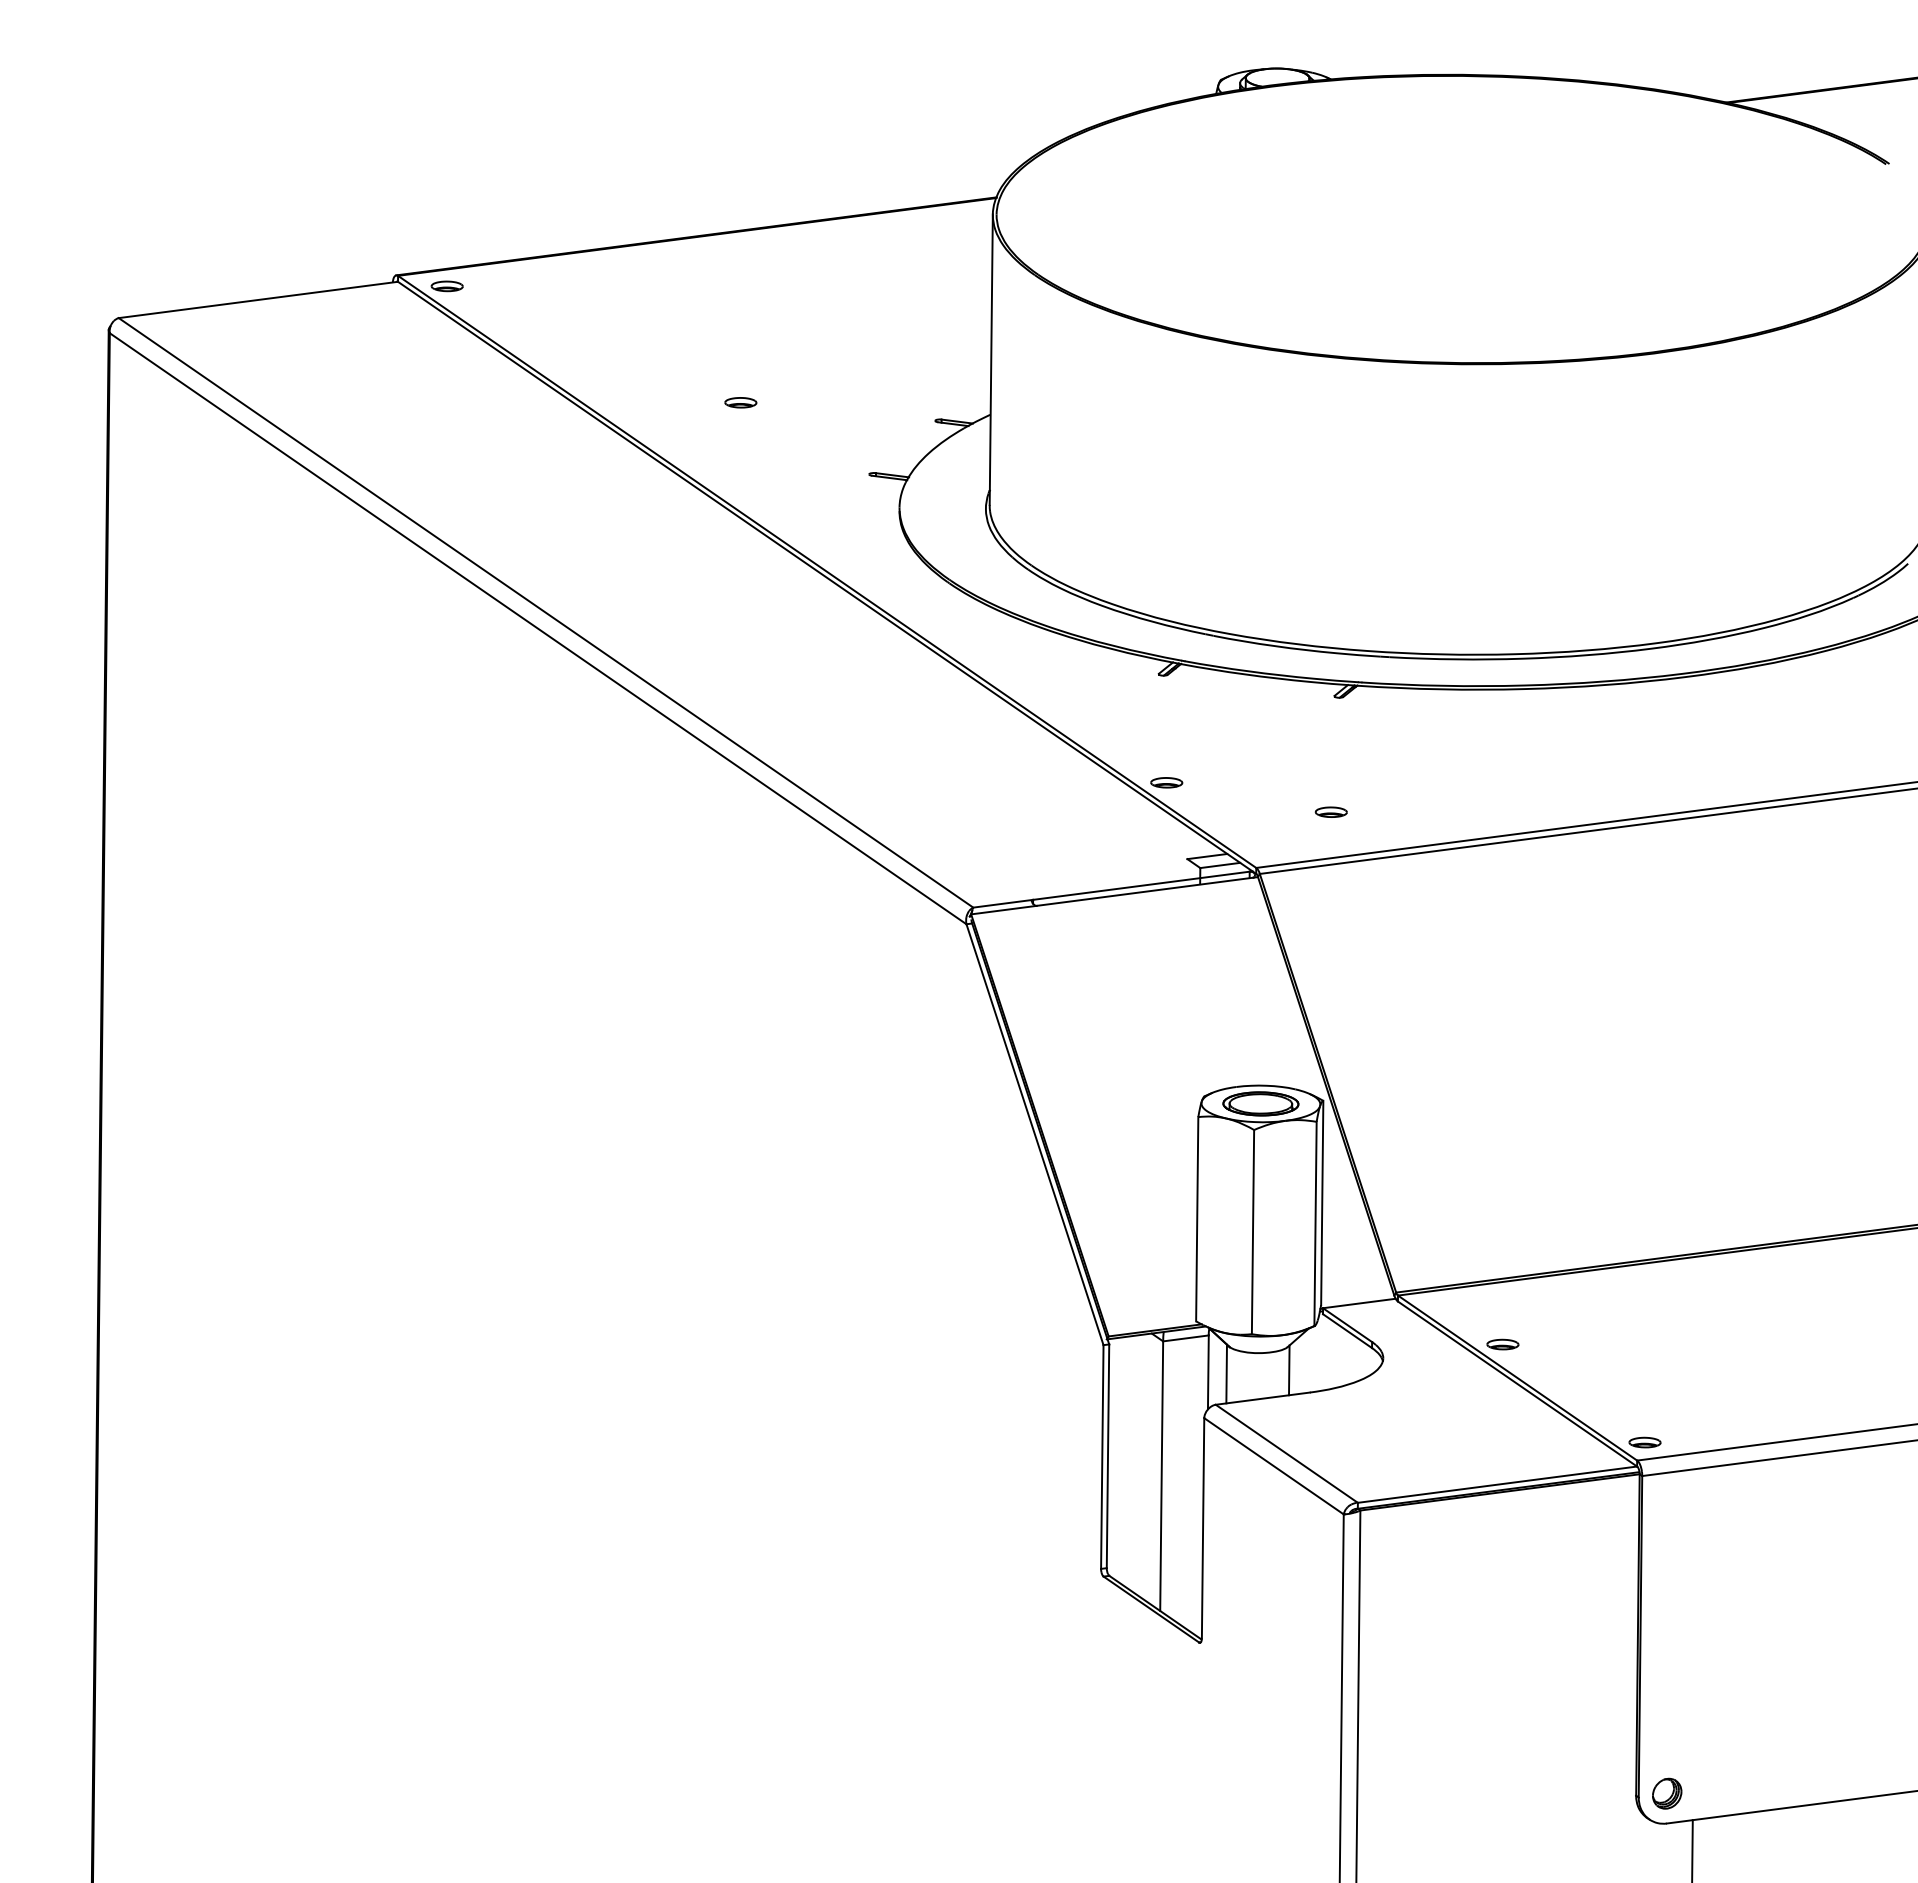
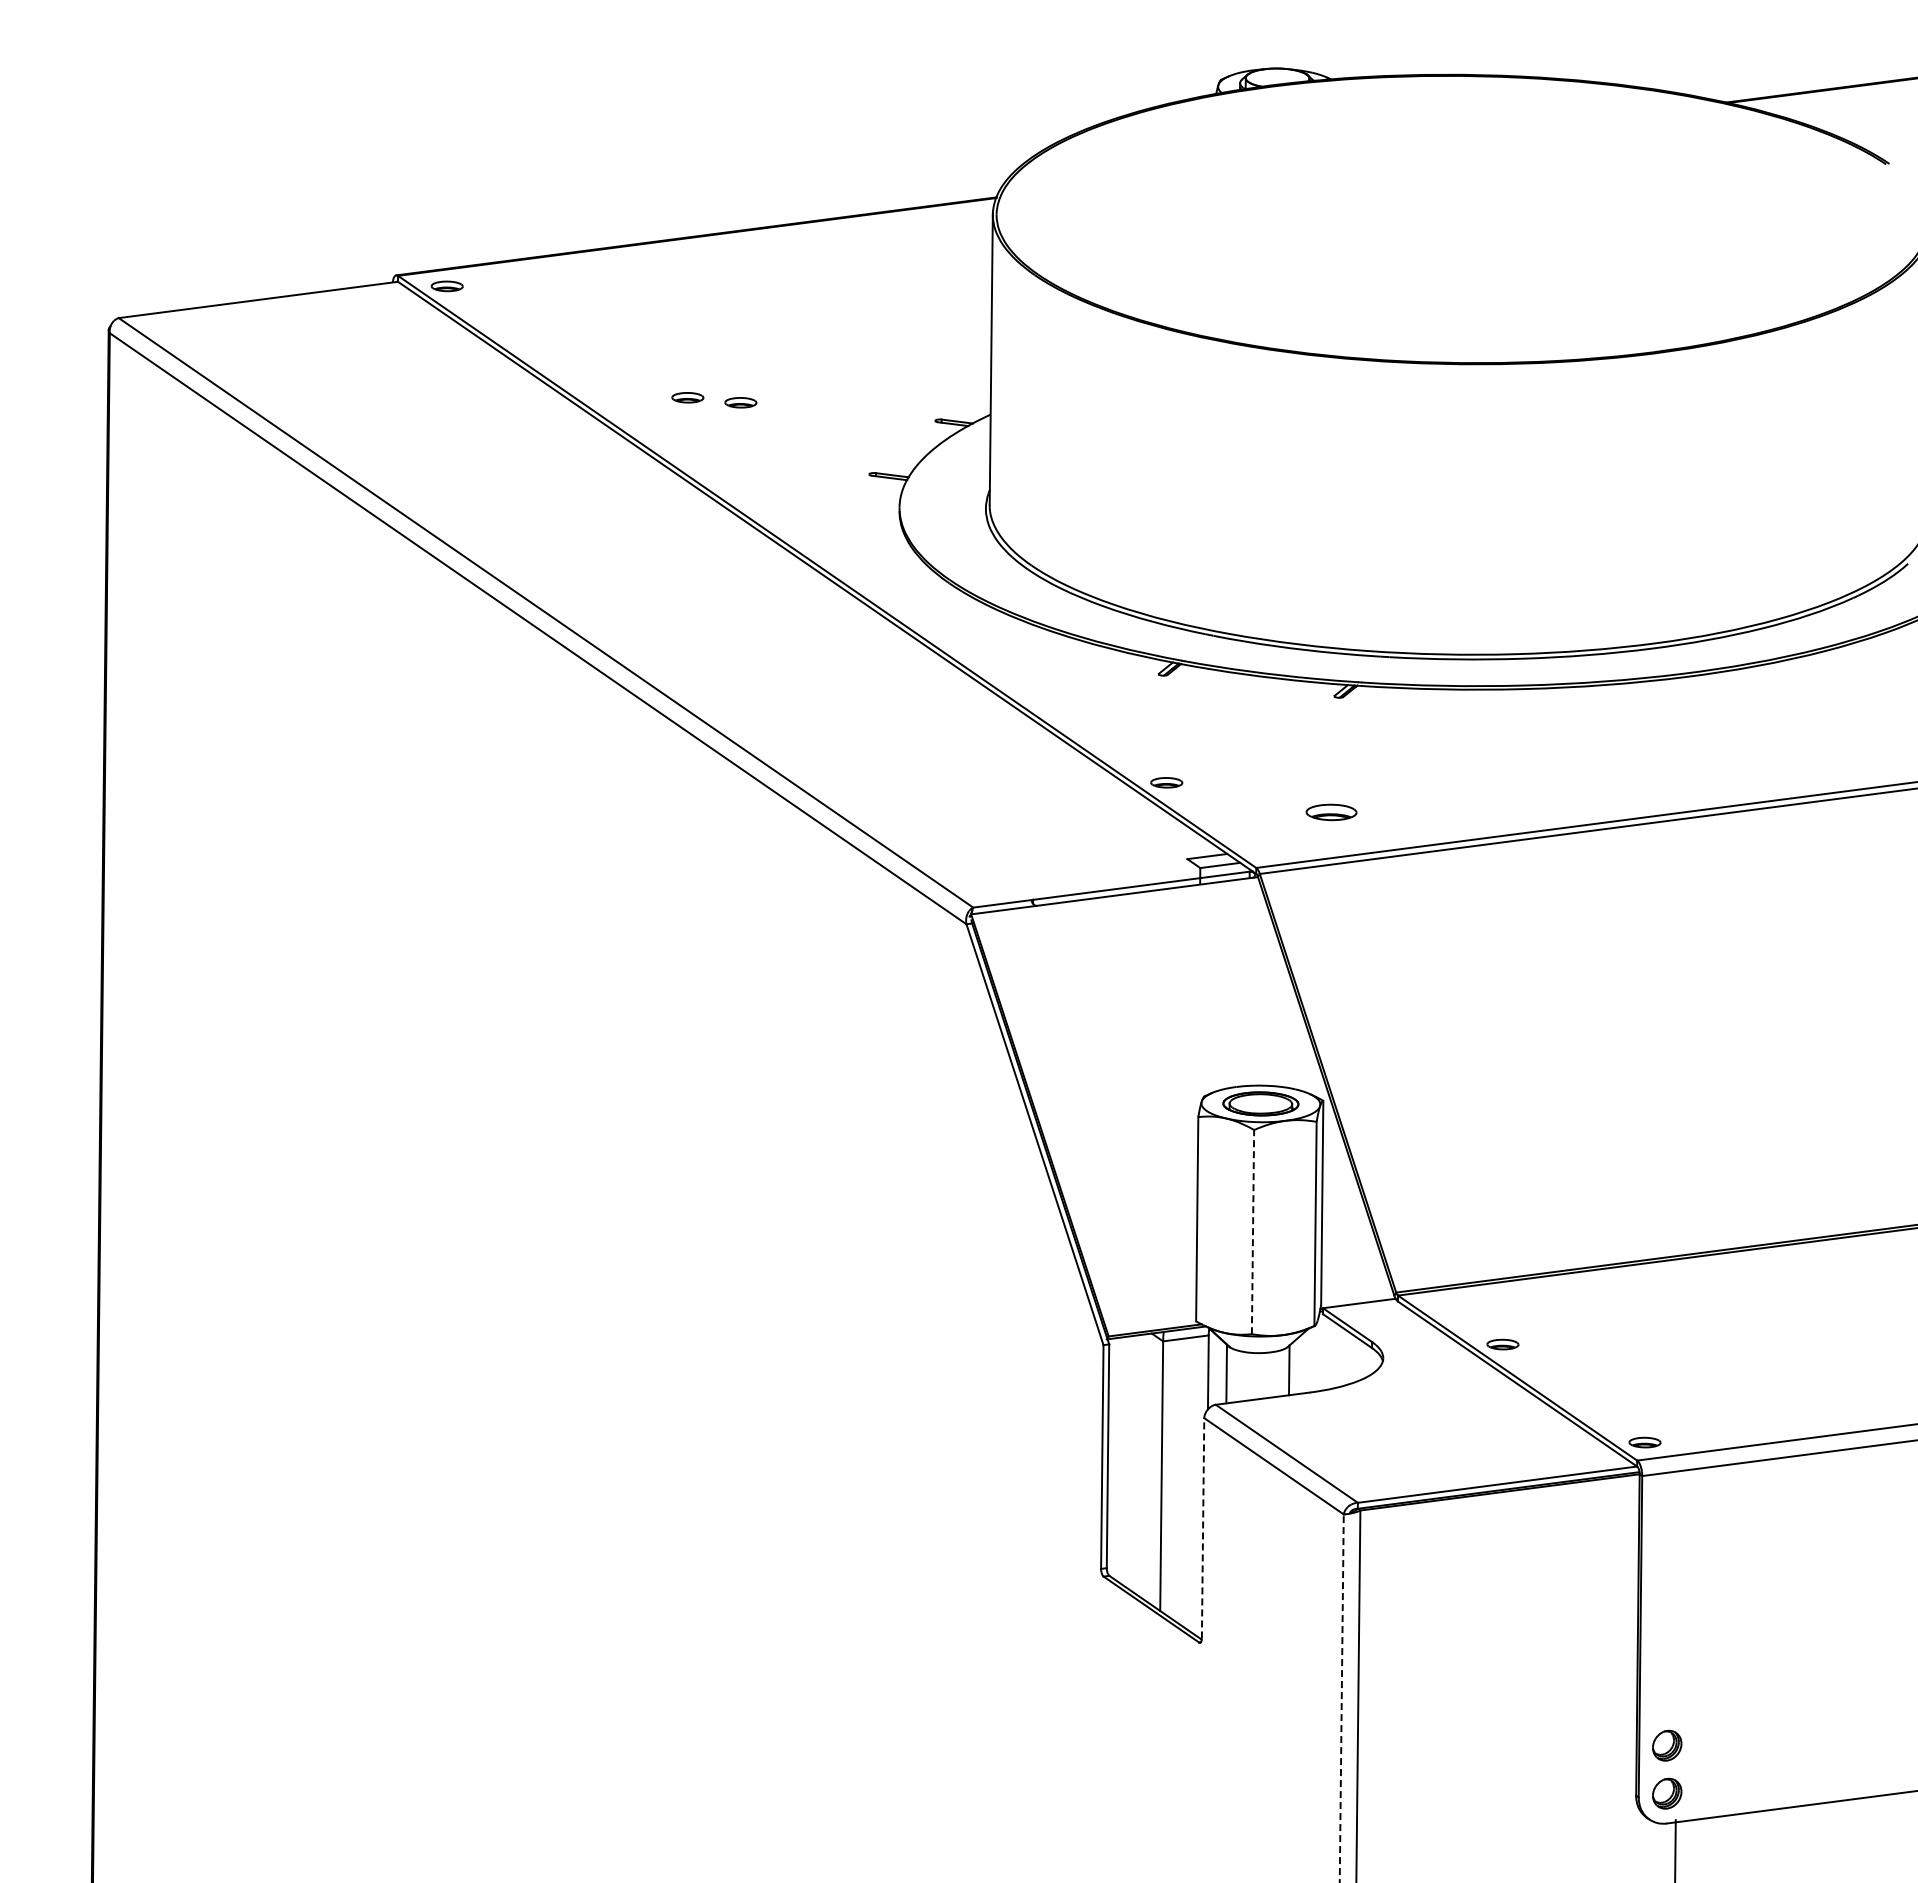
part at (687, 397): none -> present
part at (1330, 811) size: 34x12 px -> 53x19 px
line at (1253, 1231): solid -> dashed
line at (1203, 1527): solid -> dashed
line at (1341, 1698): solid -> dashed
part at (1667, 1745): none -> present
line at (1692, 1849) position: (1692, 1849) -> (1675, 1849)
